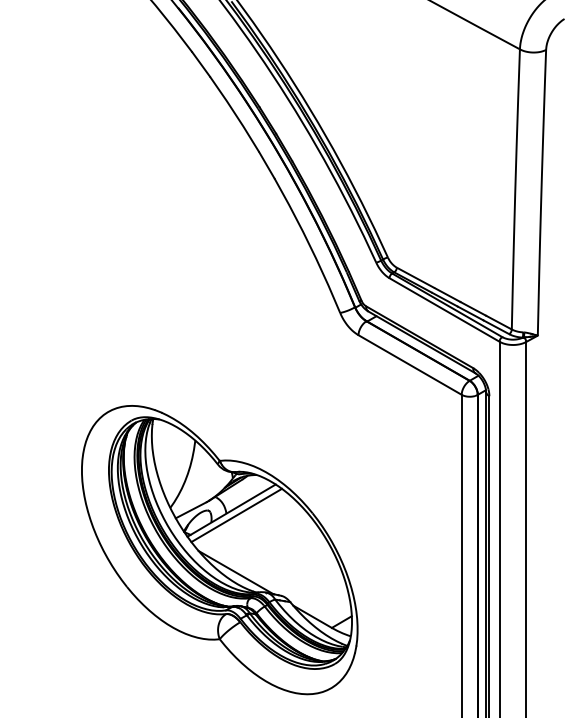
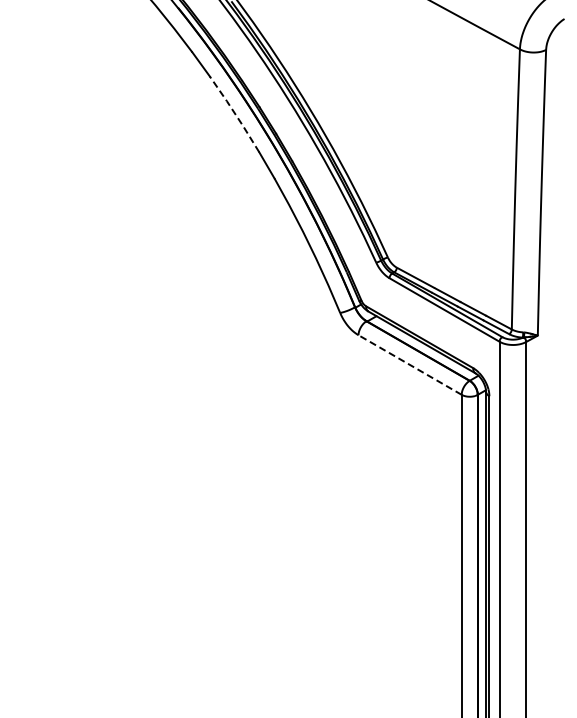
line at (235, 114): solid -> dashed
line at (410, 365): solid -> dashed
part at (219, 550): present -> none
